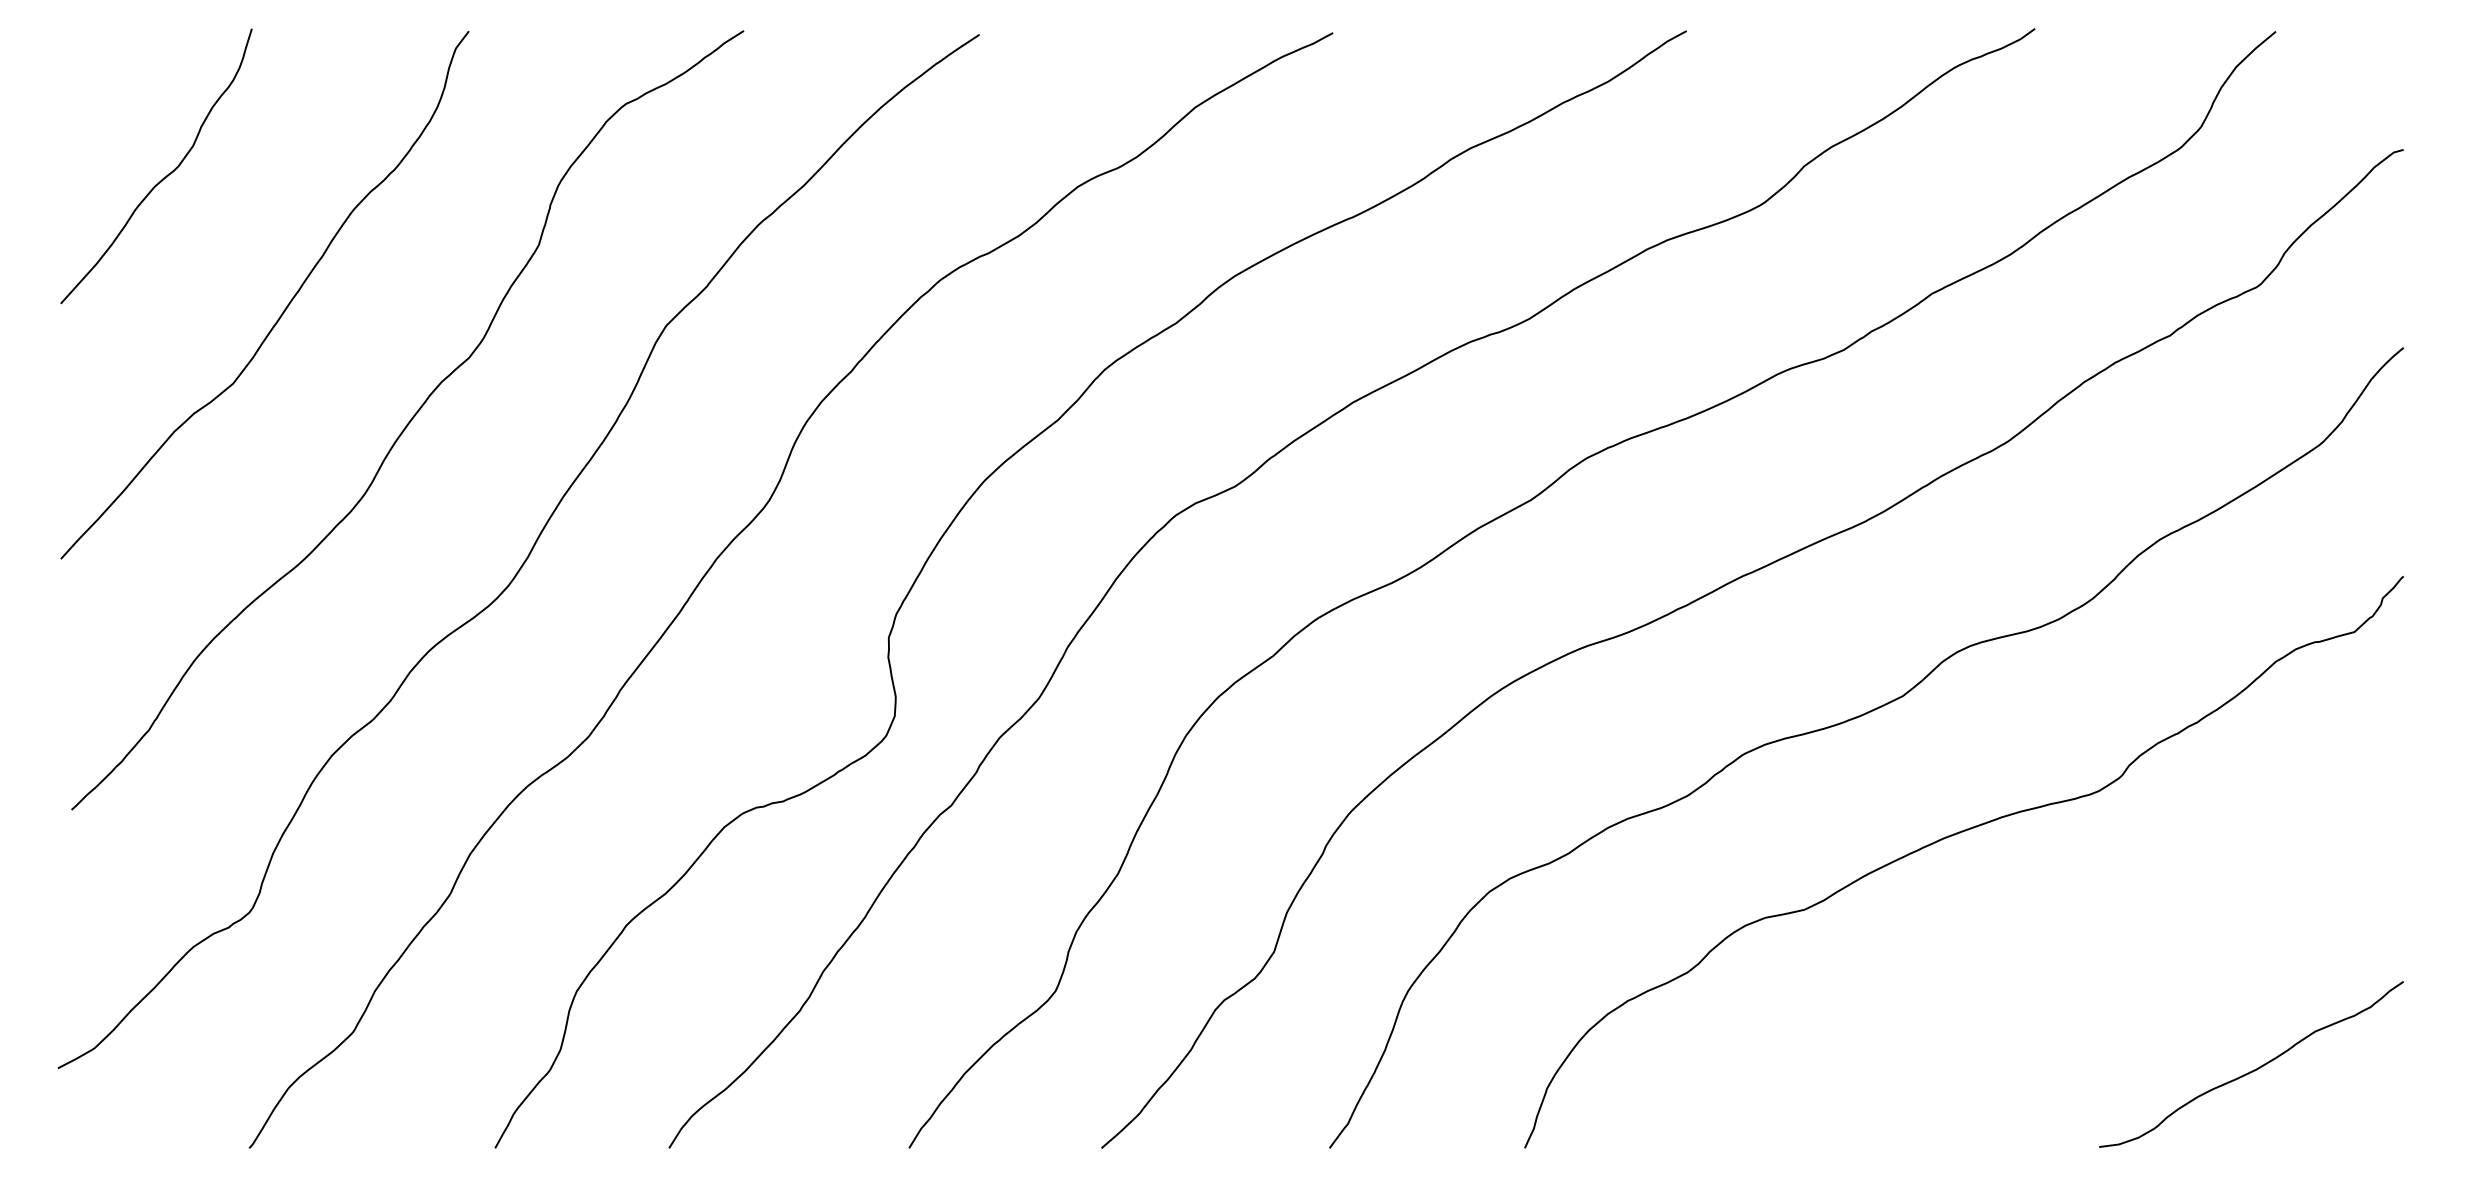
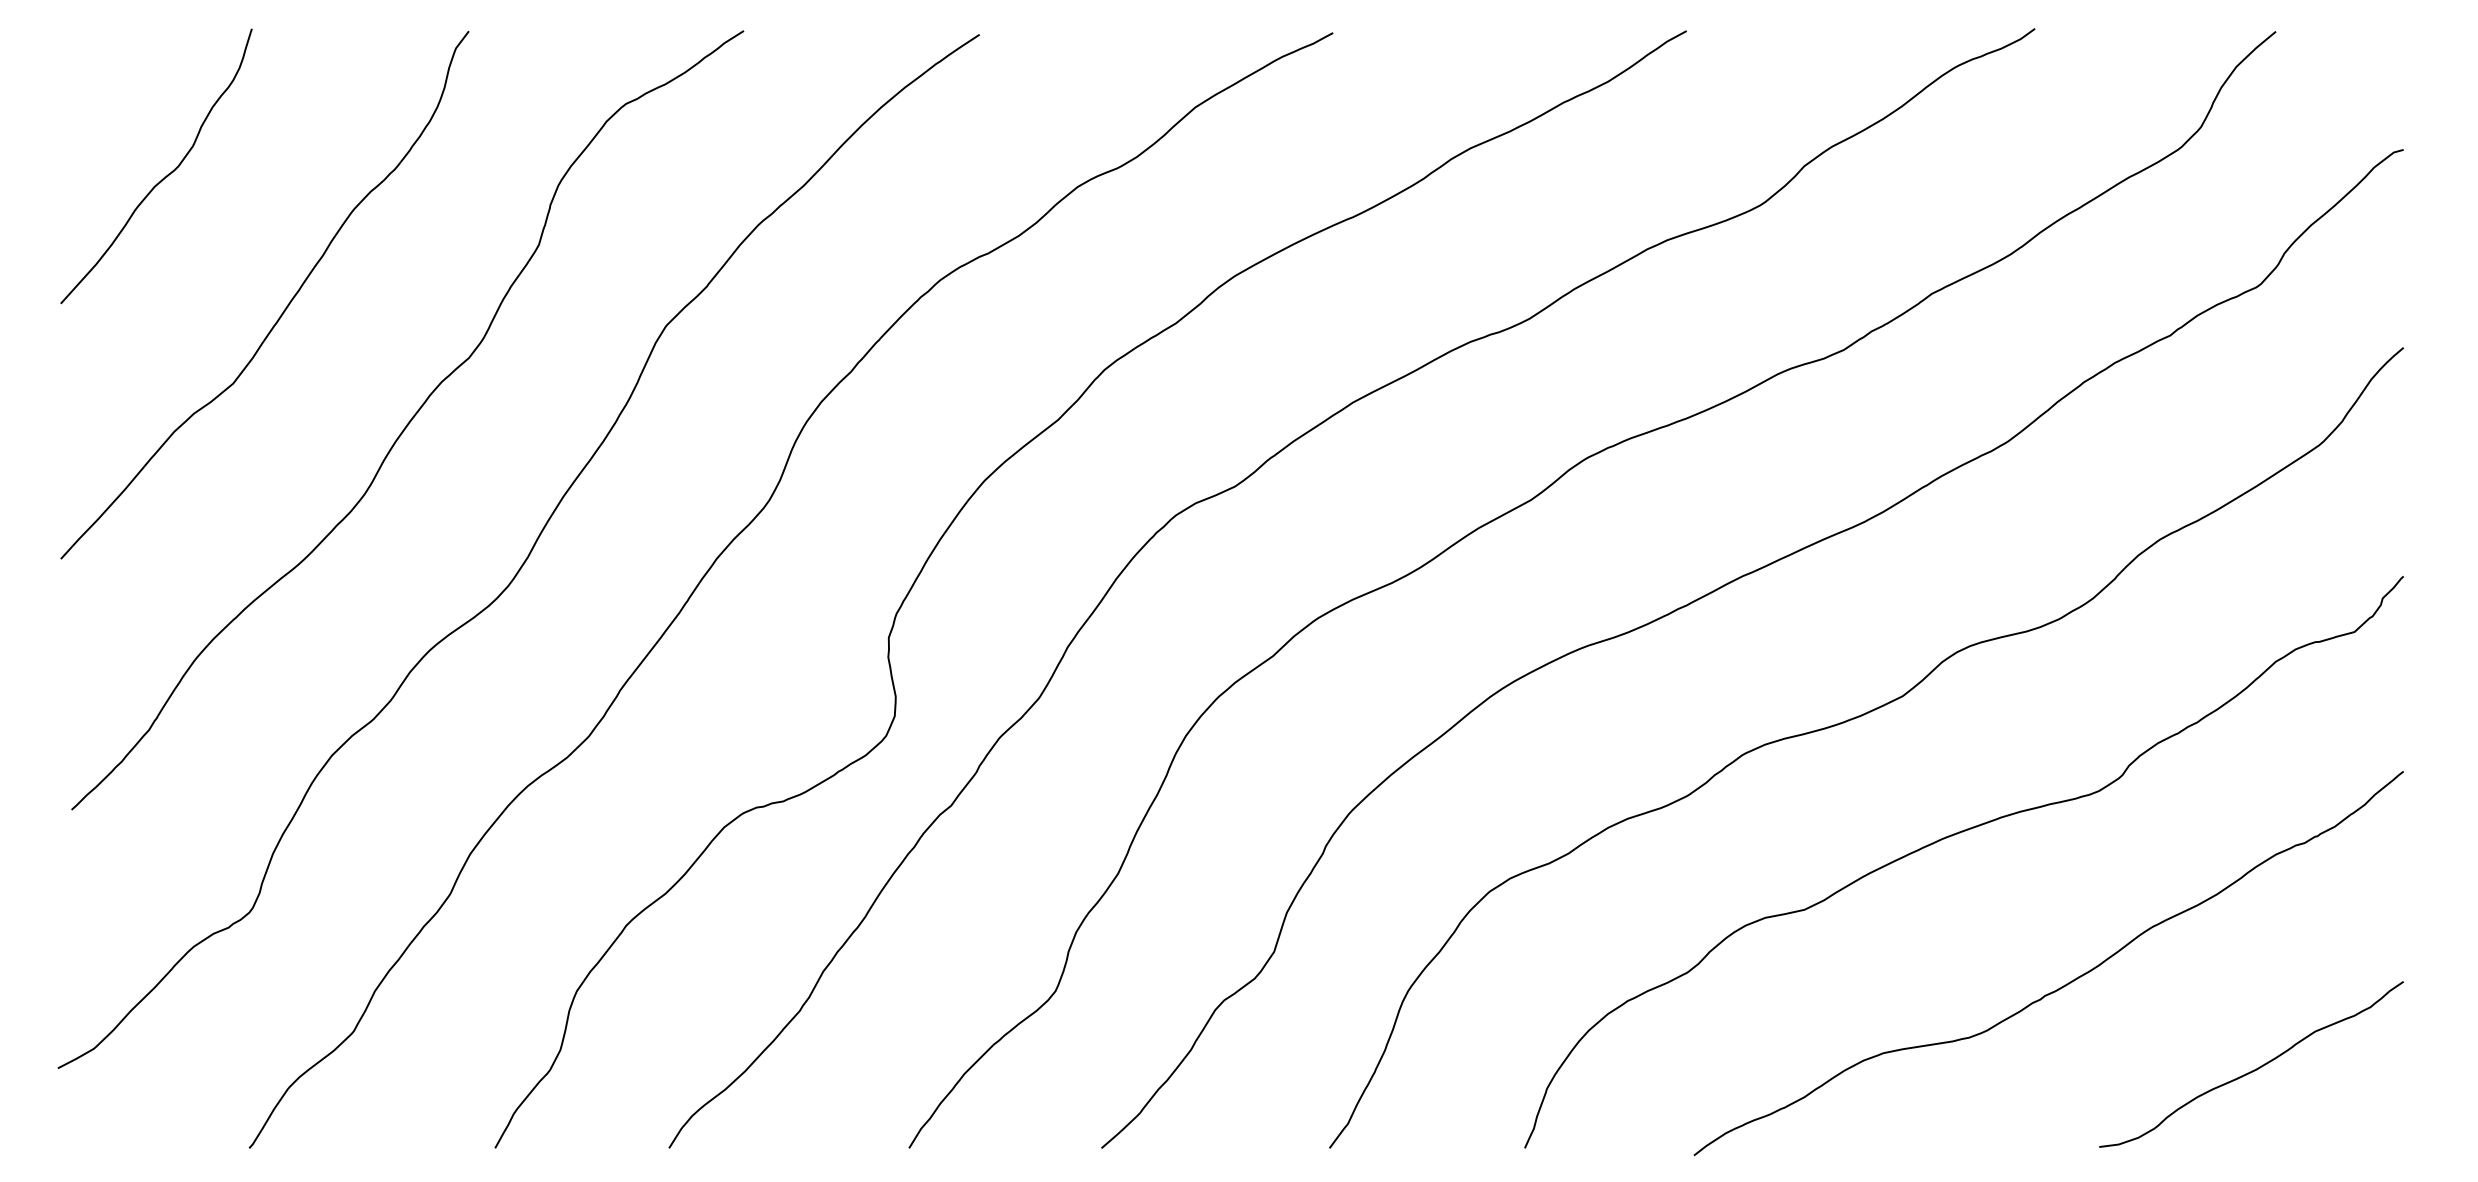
curve at (2059, 987): none -> present
